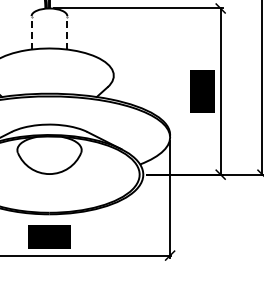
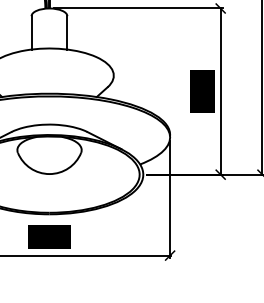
line at (31, 32): dashed -> solid
line at (67, 32): dashed -> solid
